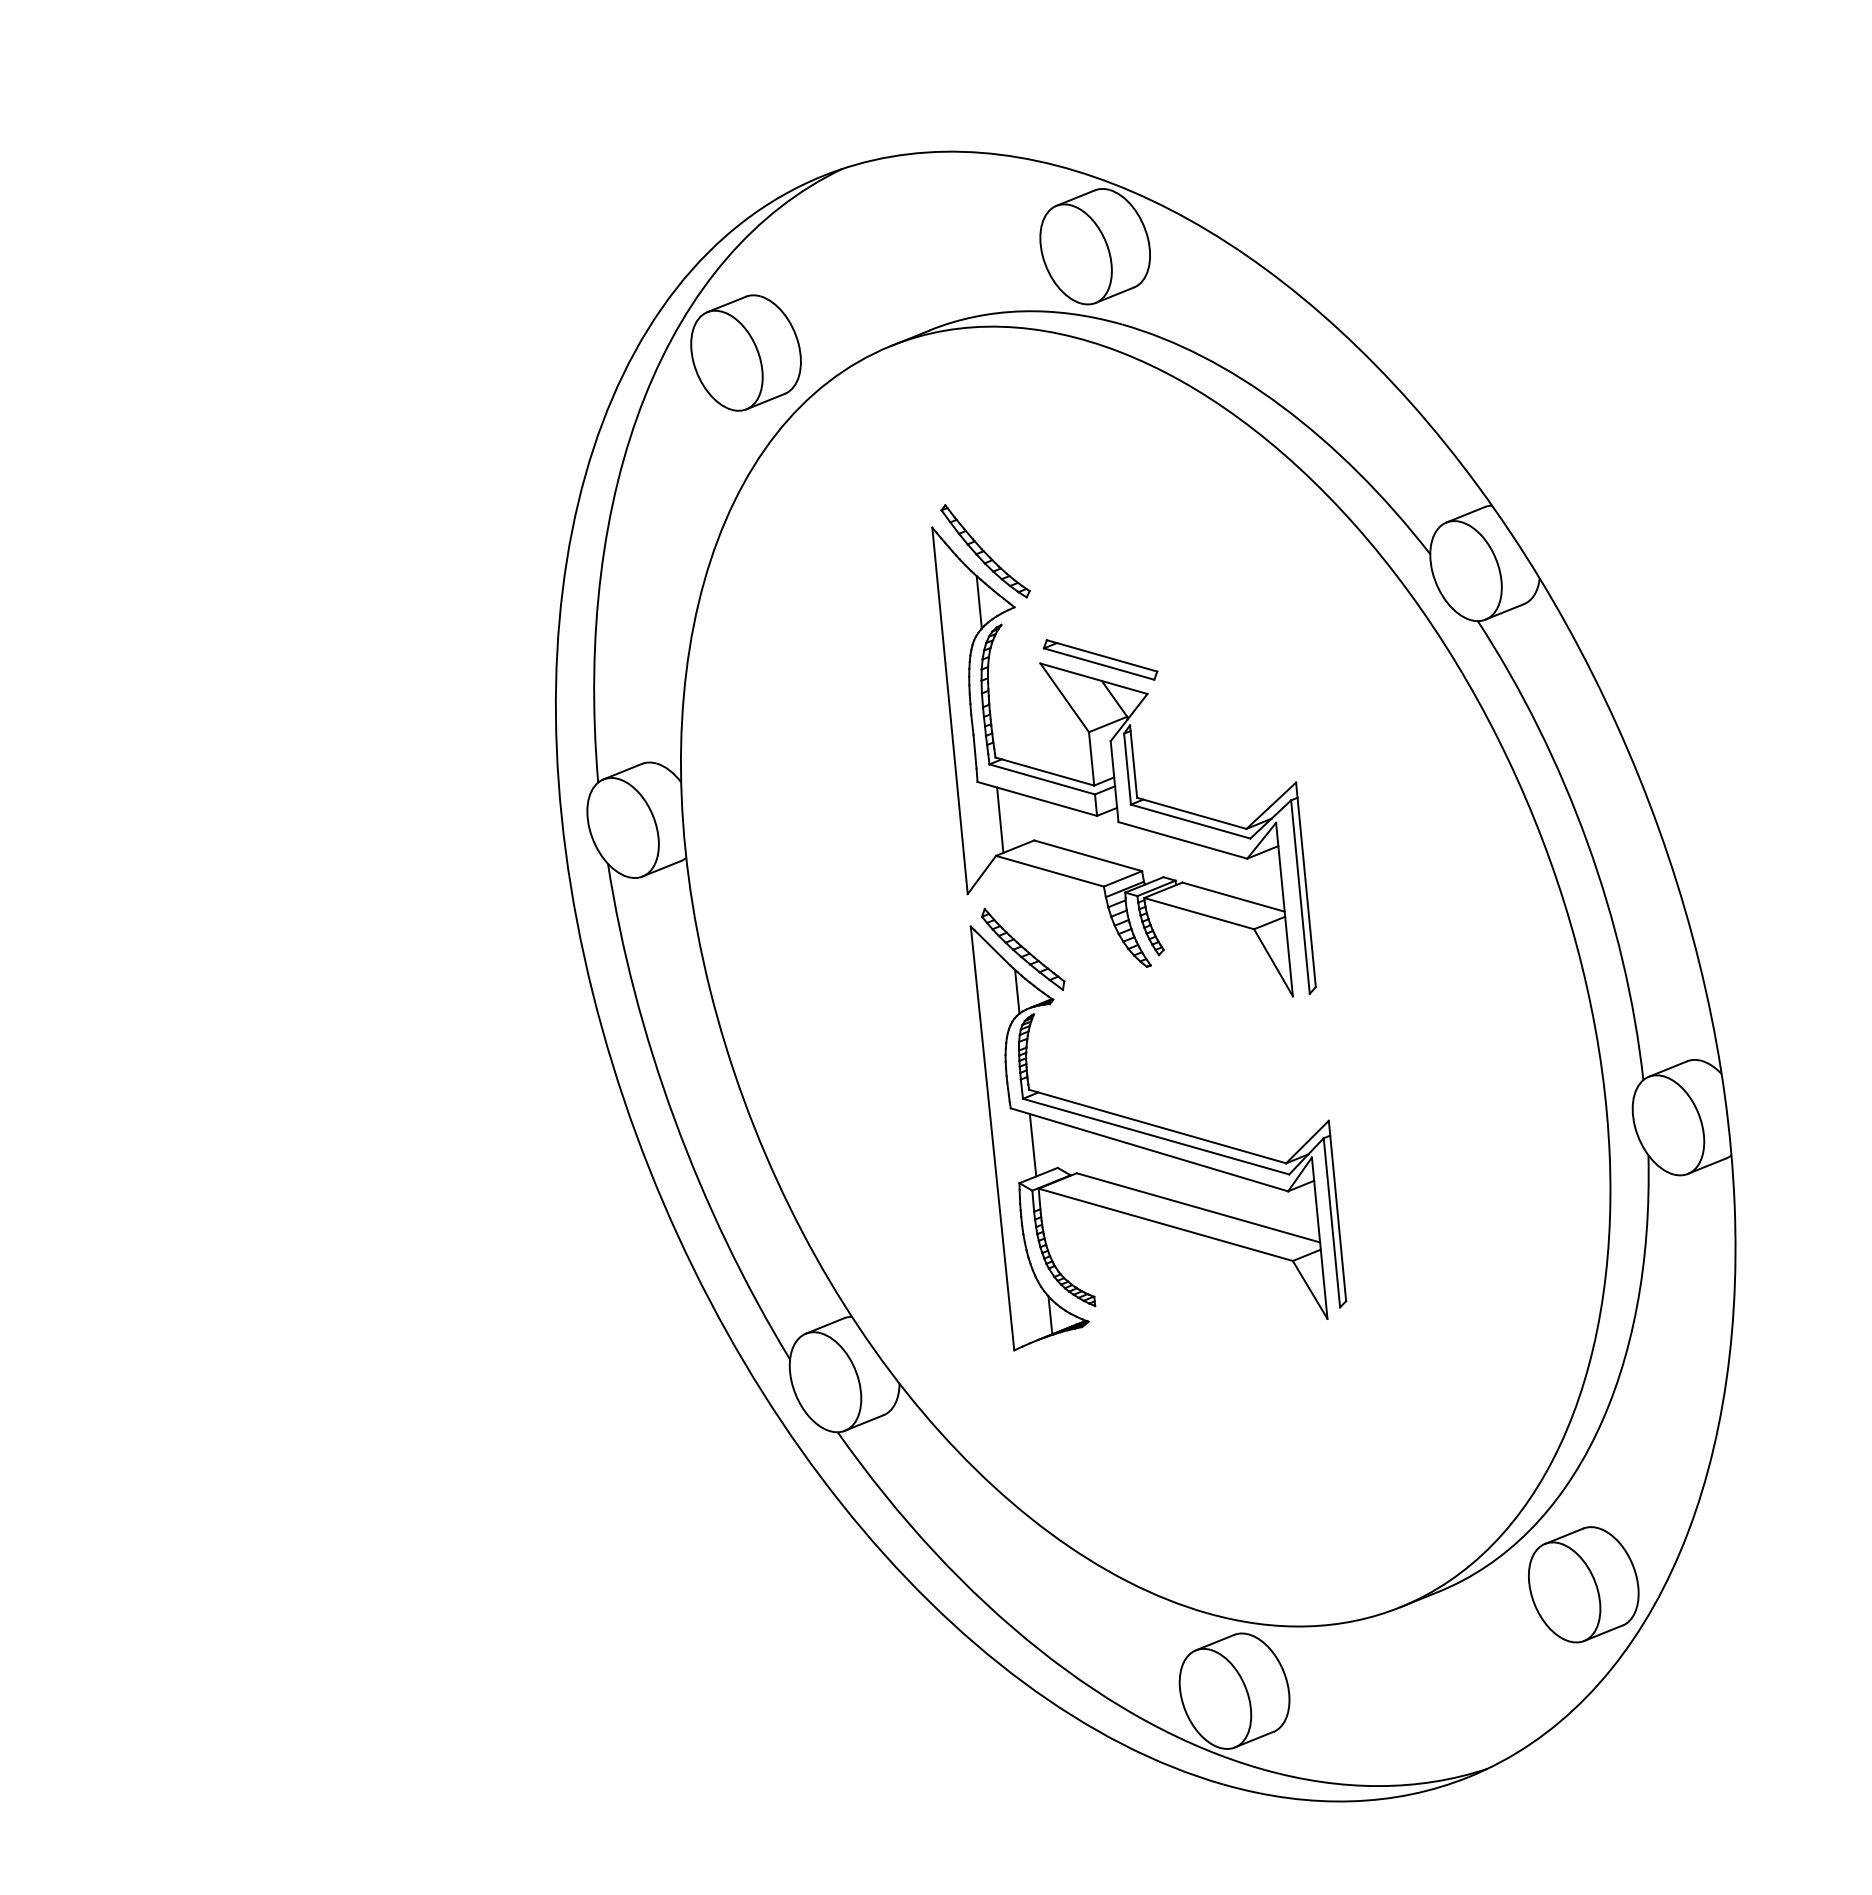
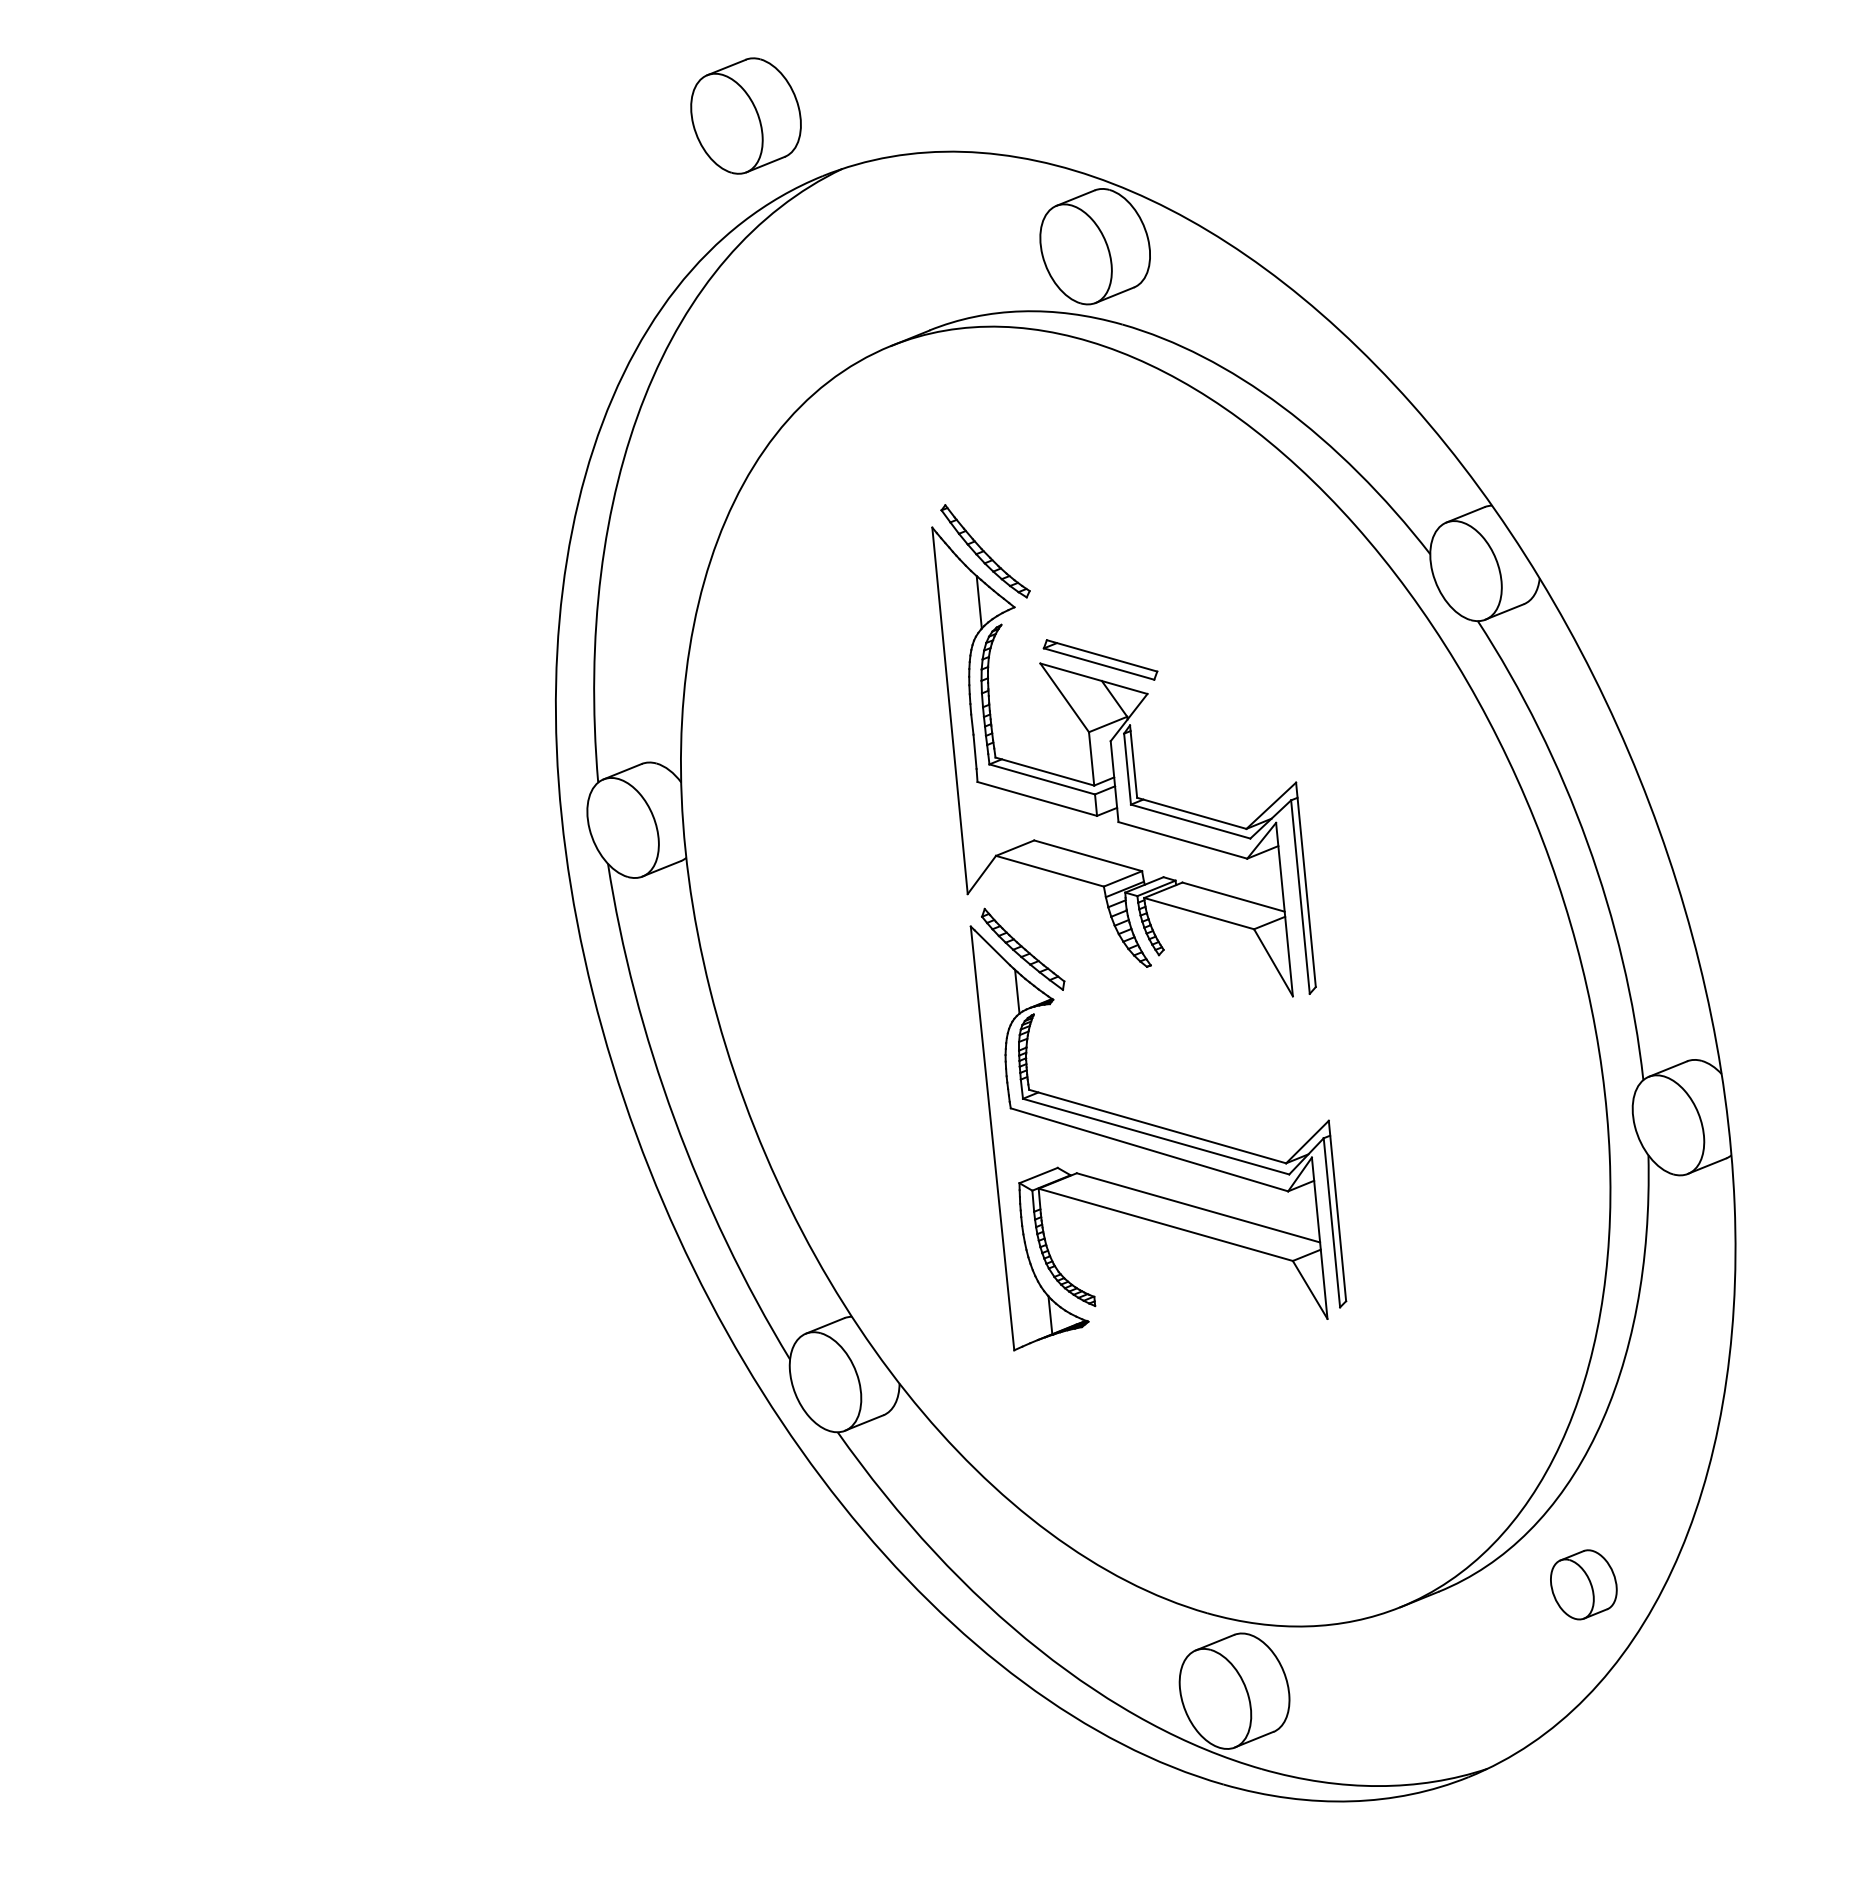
part at (745, 352) position: (745, 352) -> (745, 115)
line at (1000, 819): present -> none
line at (1032, 1144): present -> none
part at (1583, 1584) size: 112x118 px -> 68x72 px
